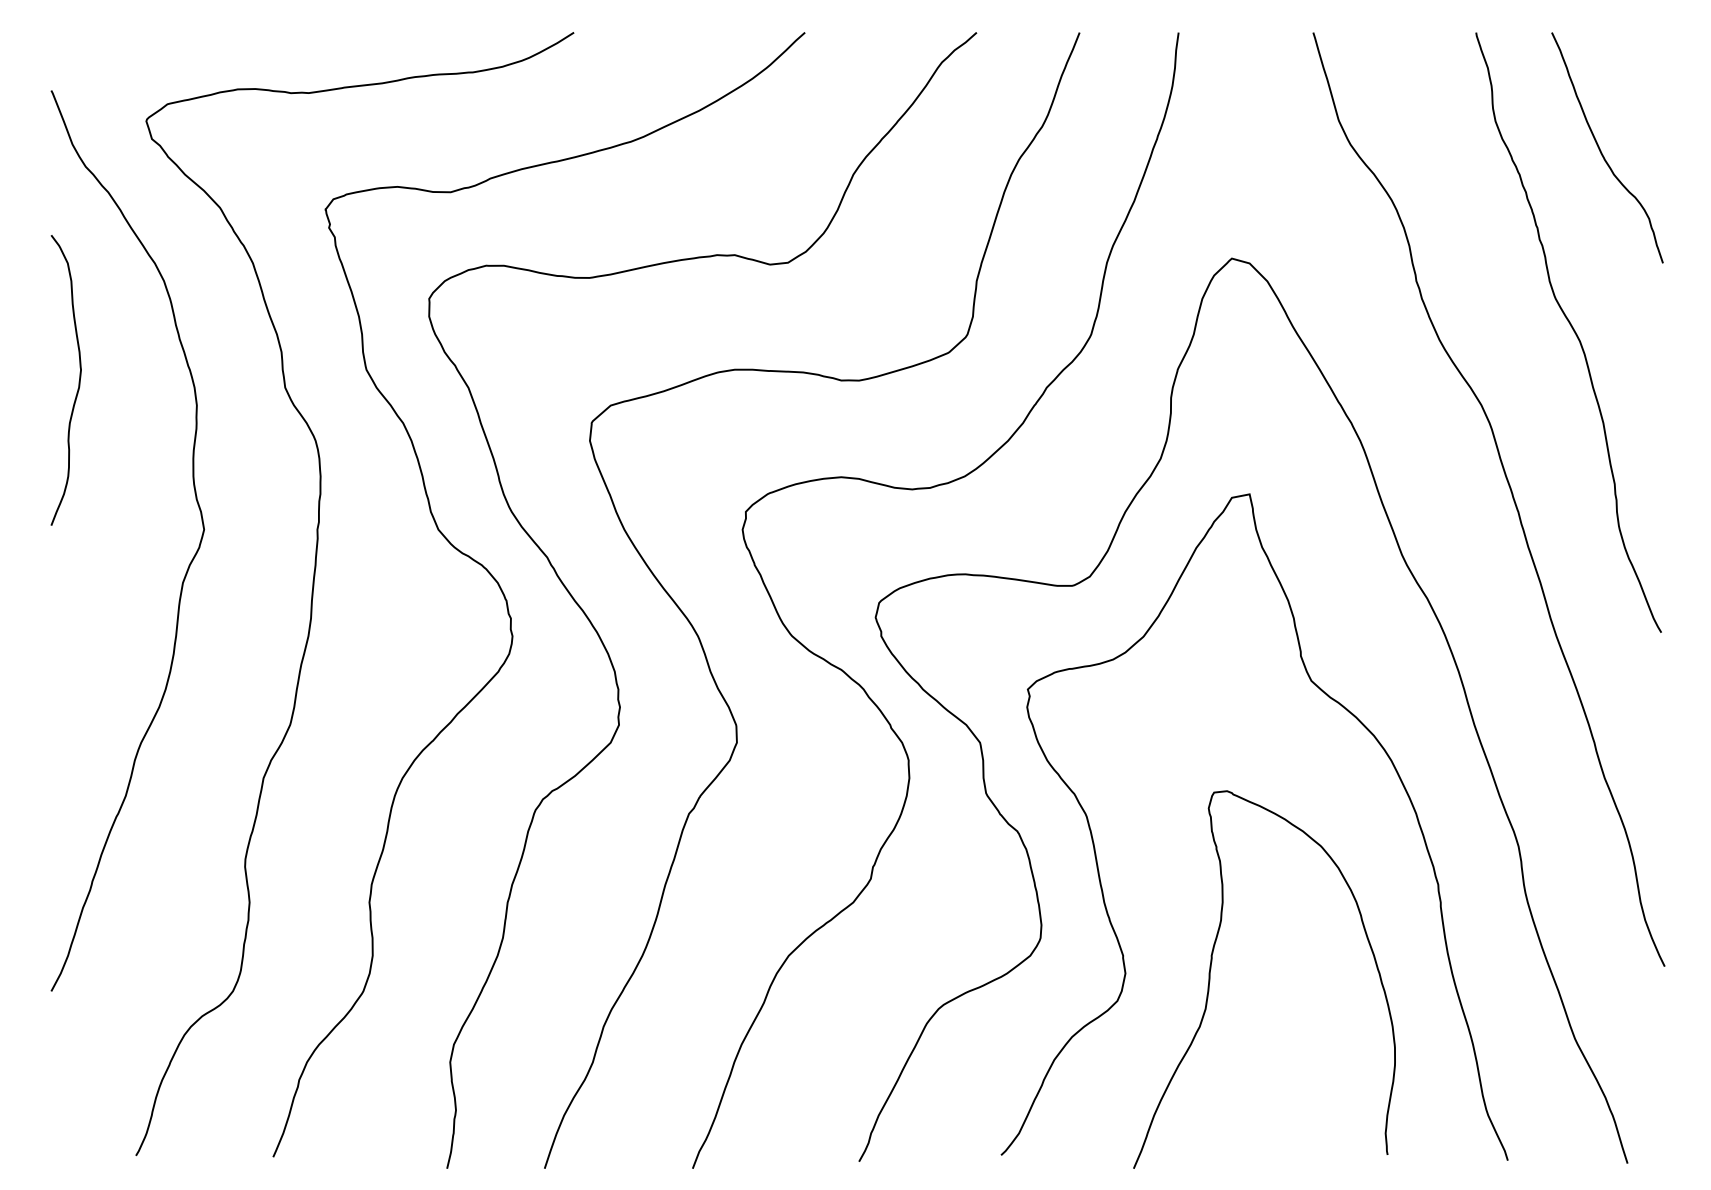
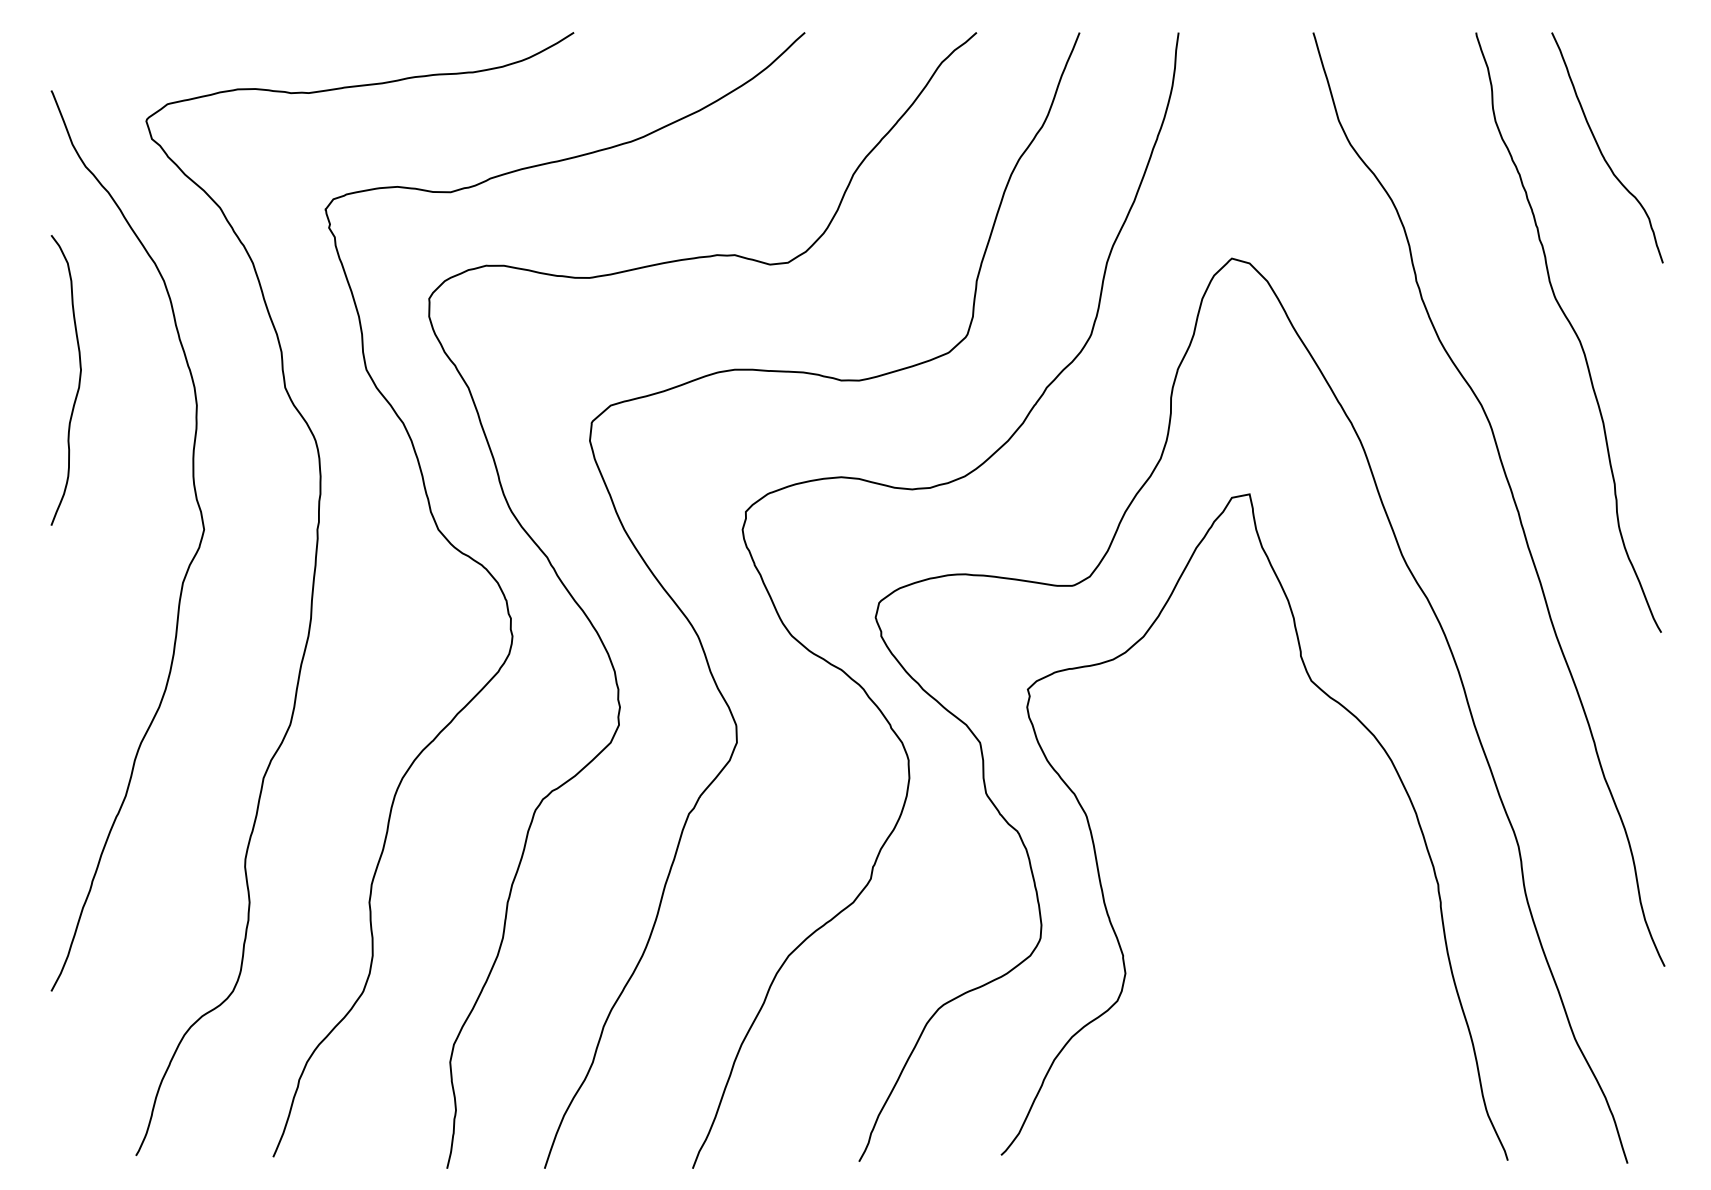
curve at (1211, 969): present -> none
